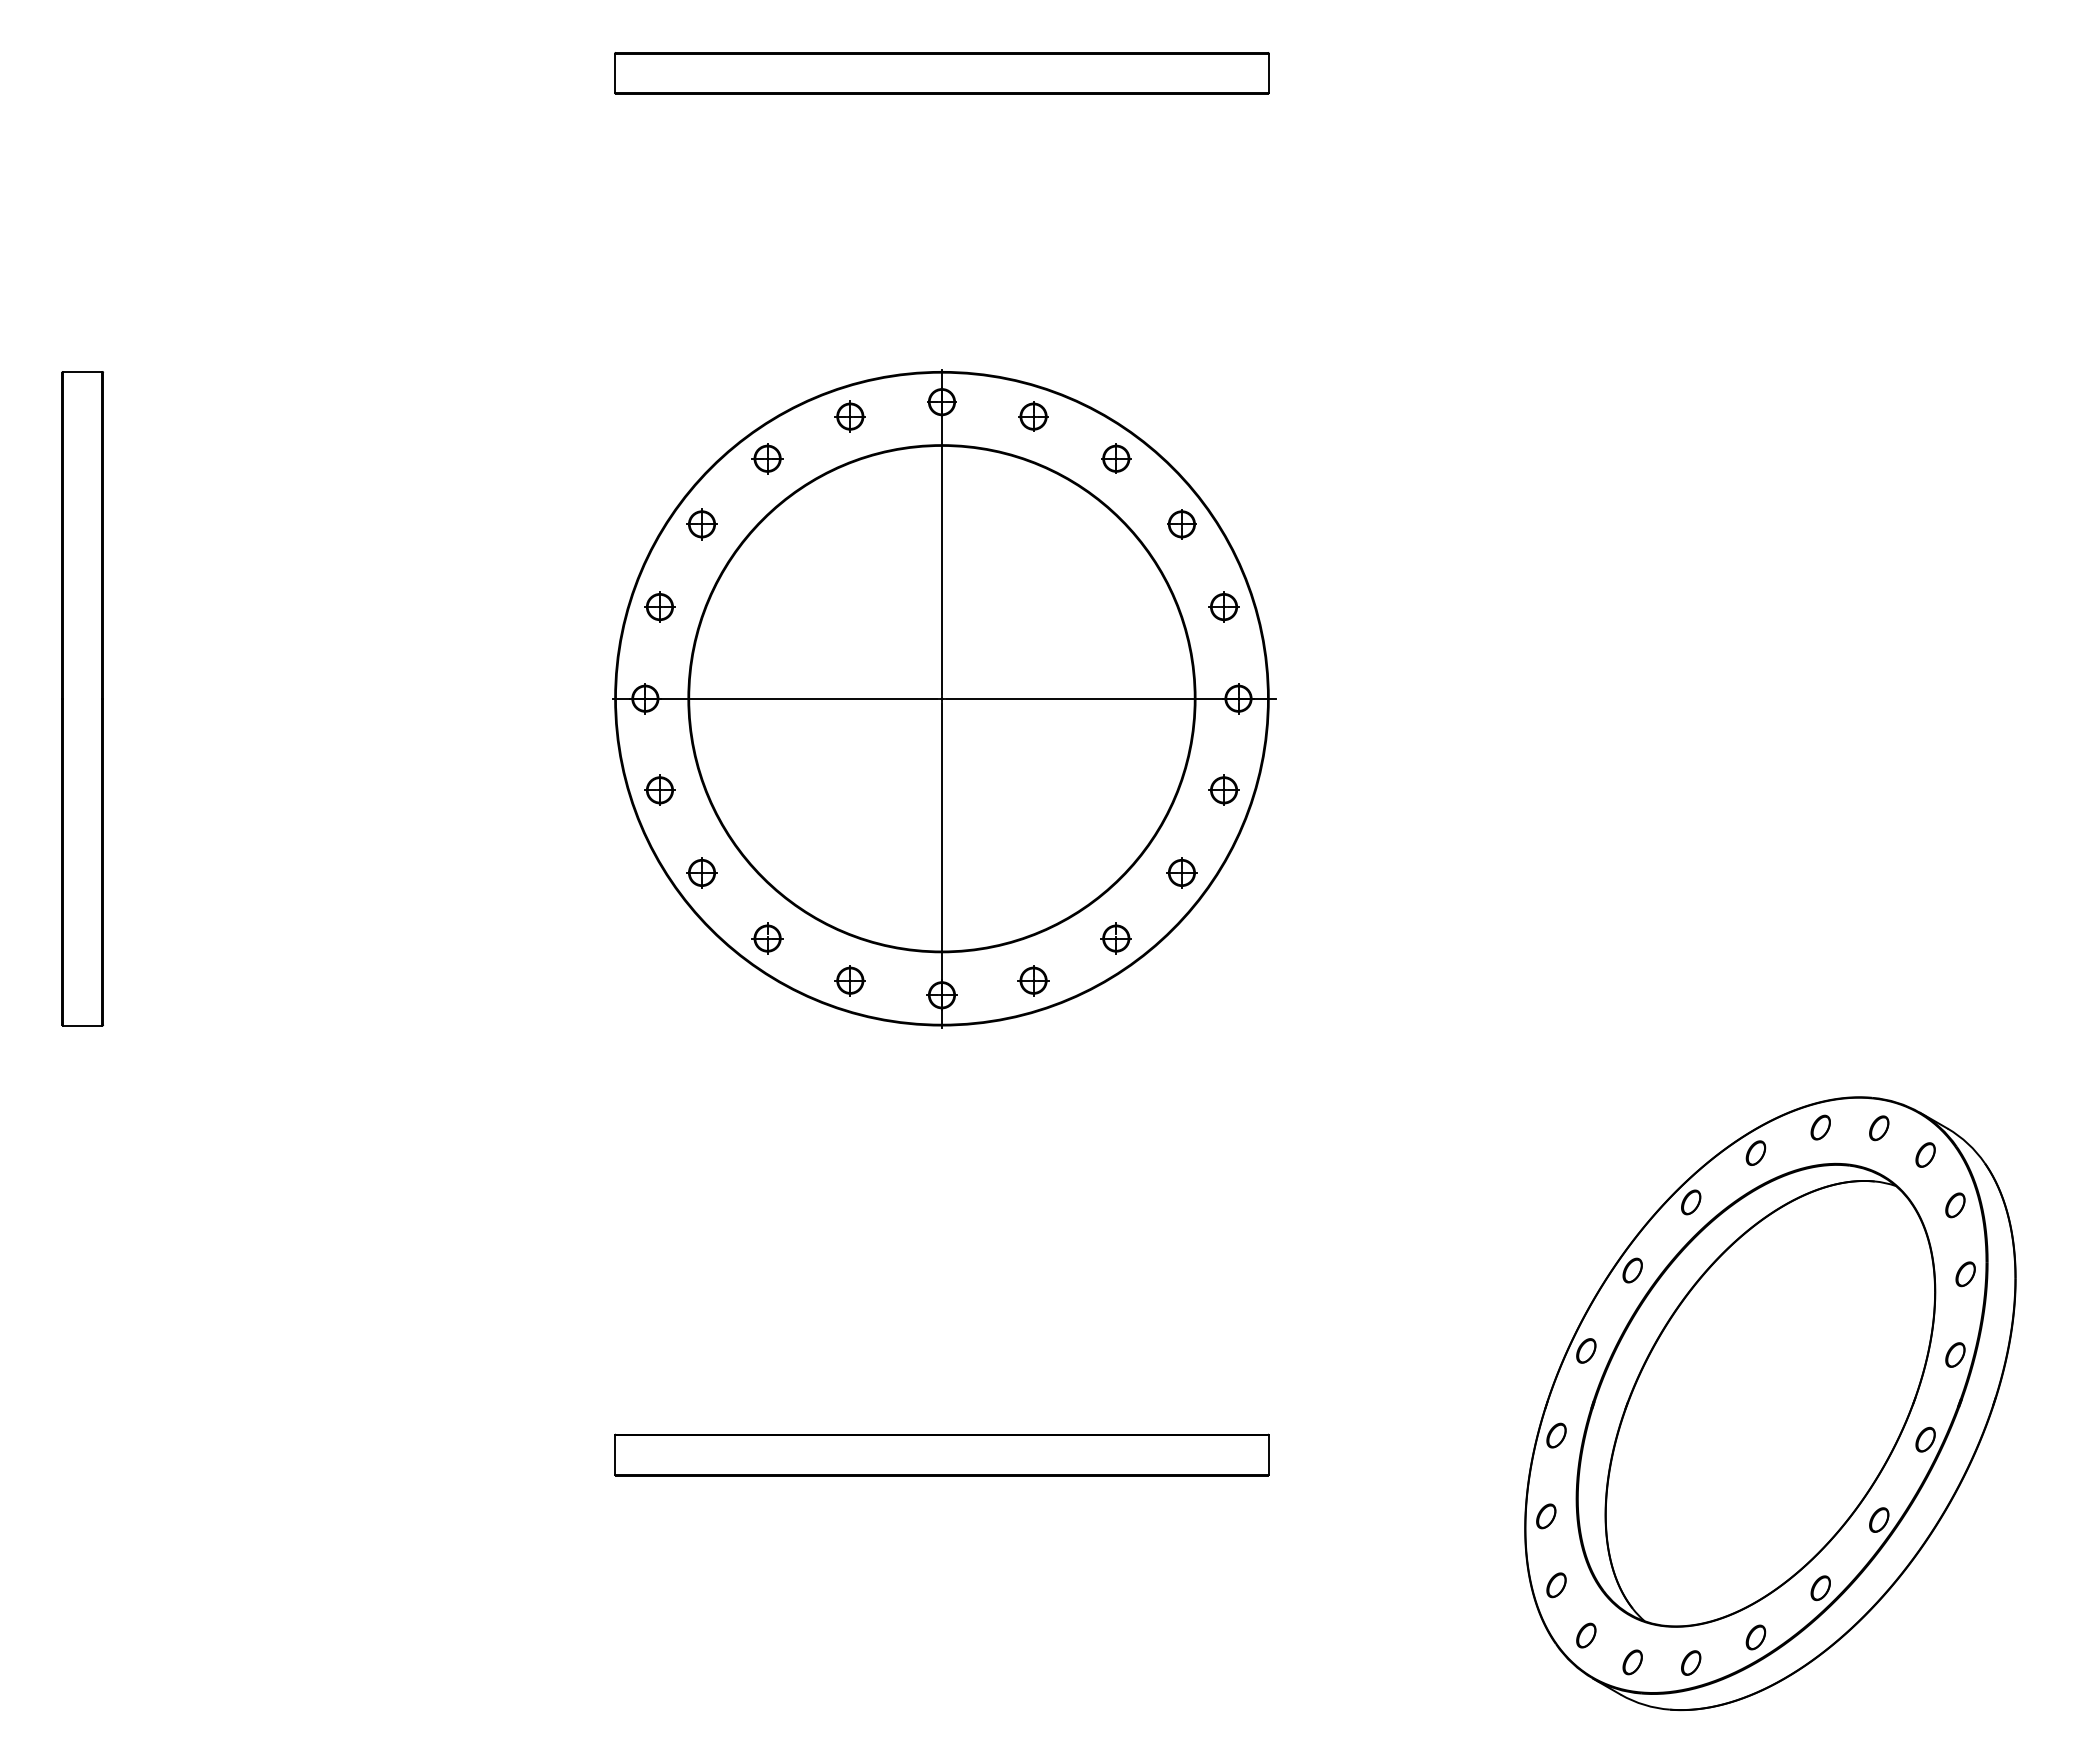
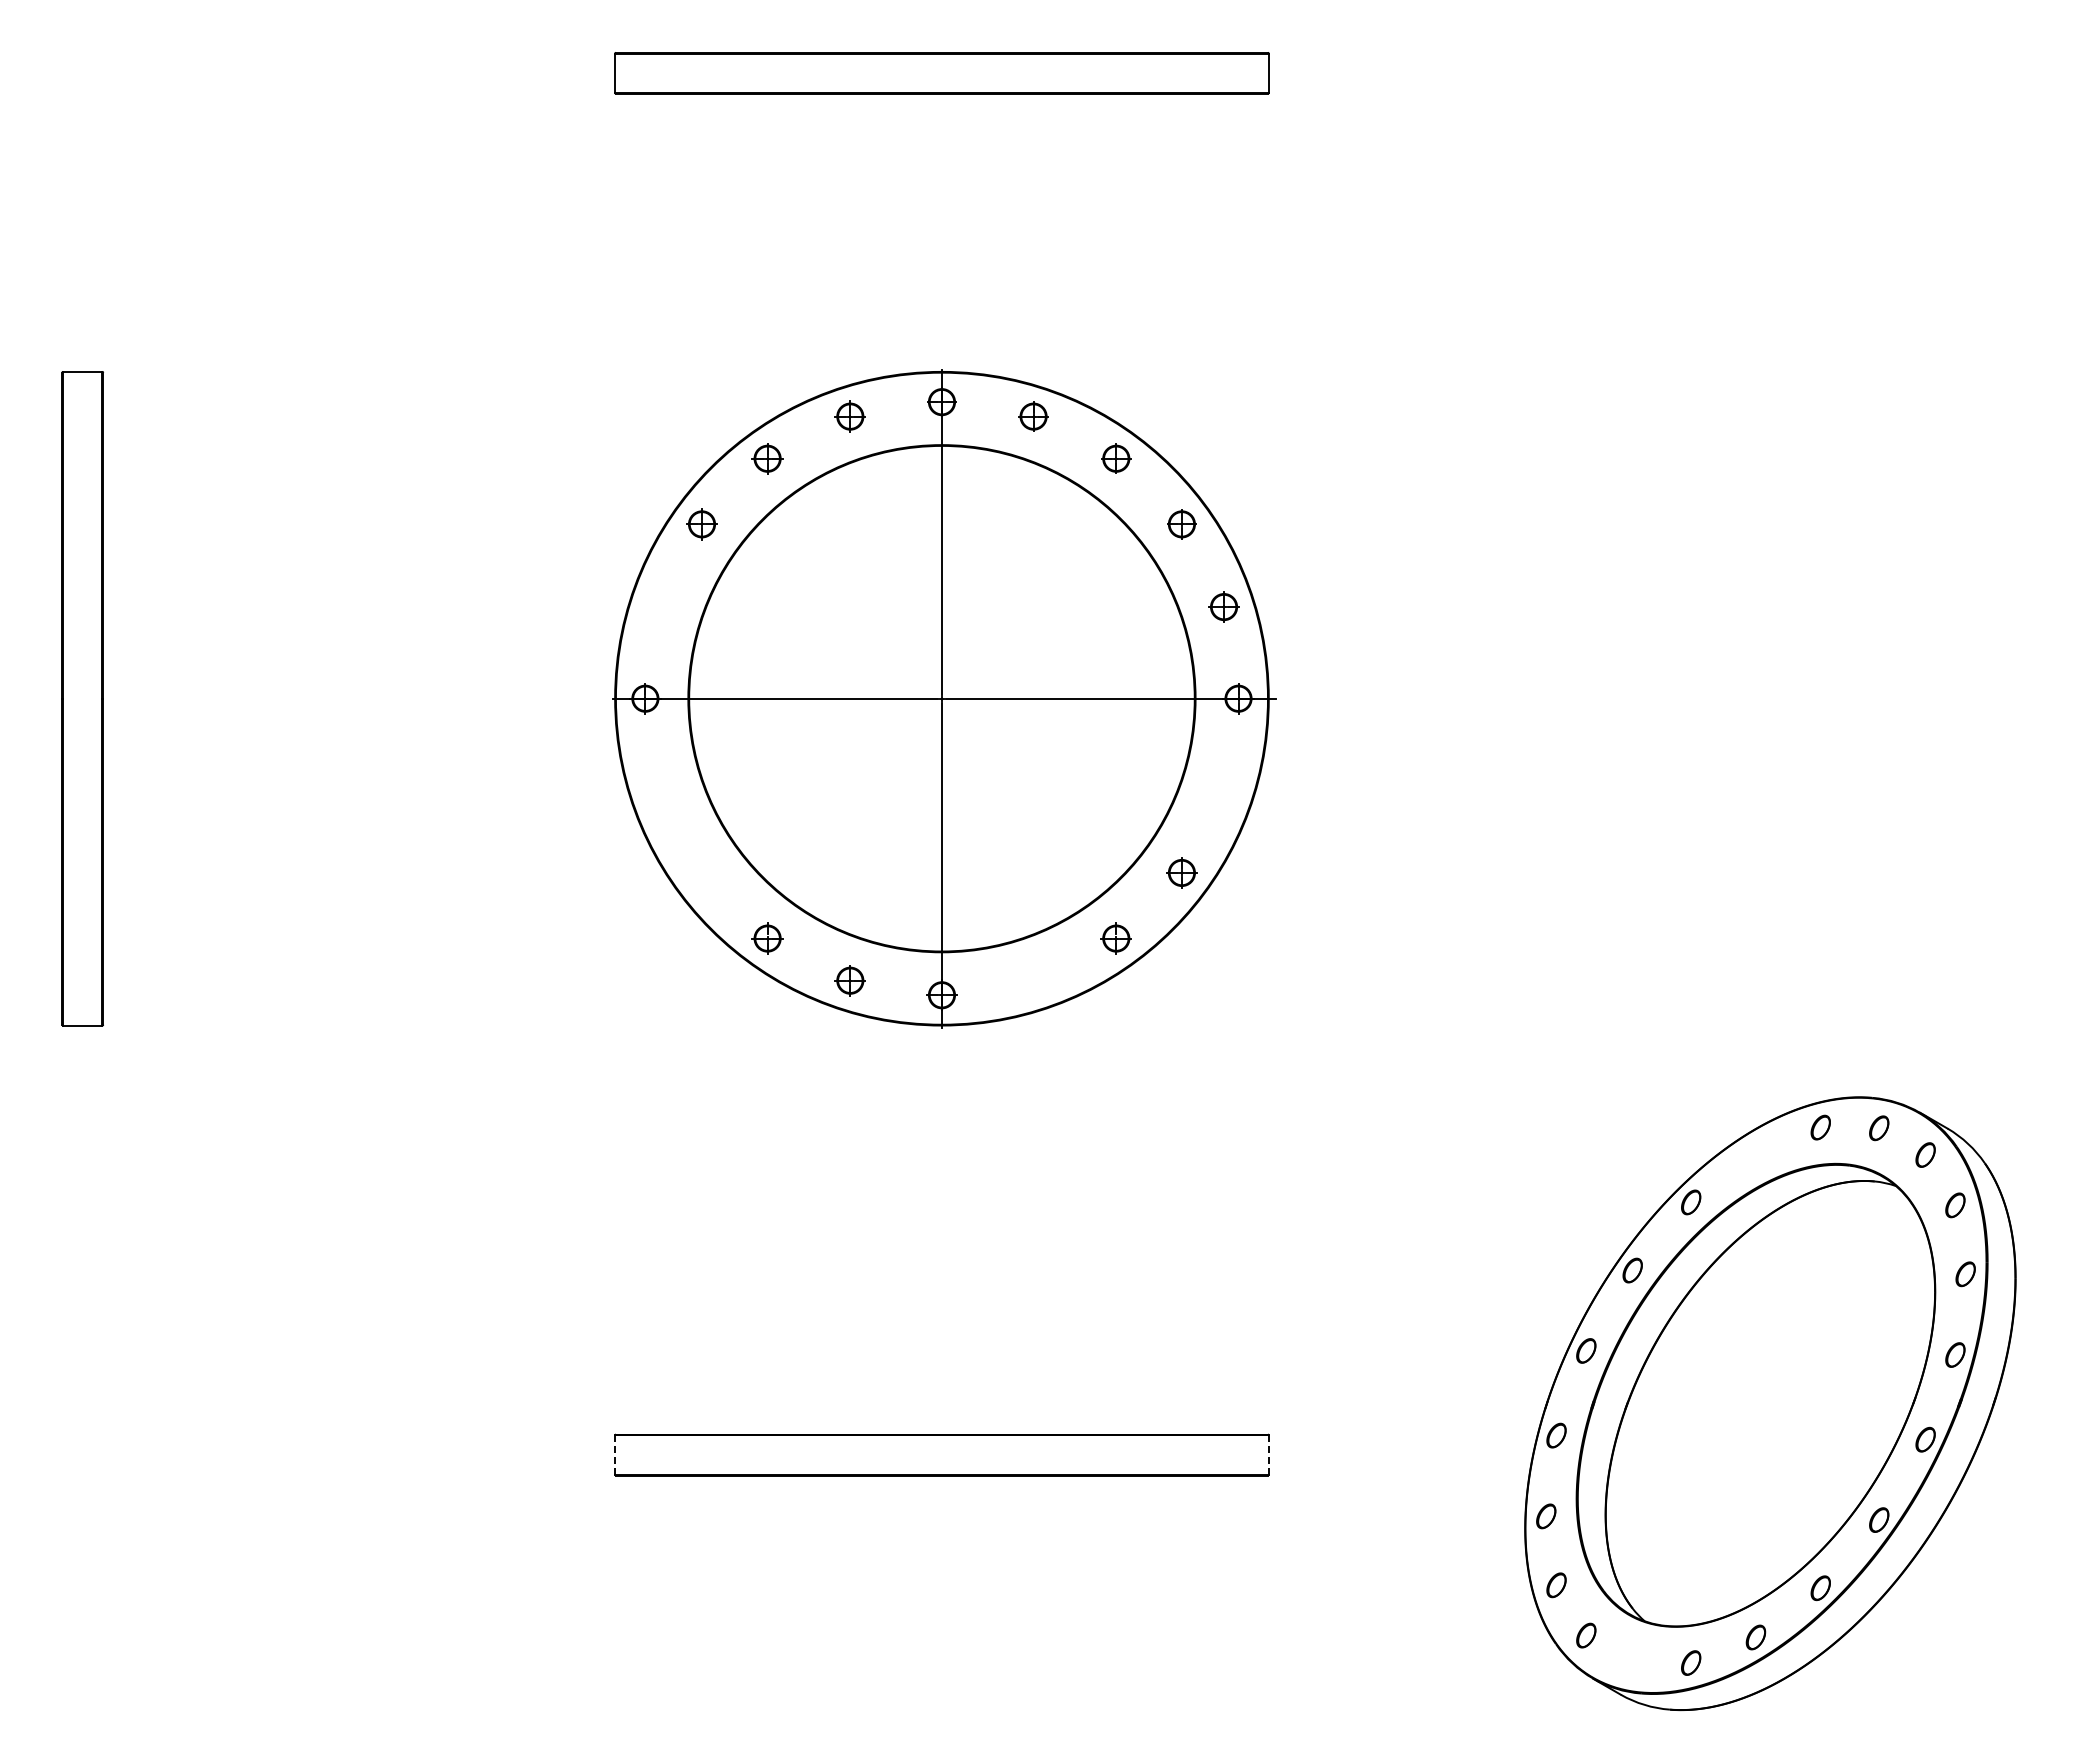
part at (659, 606): present -> none
part at (659, 789): present -> none
part at (1223, 789): present -> none
part at (701, 872): present -> none
part at (1033, 980): present -> none
part at (1755, 1152): present -> none
line at (615, 1455): solid -> dashed
line at (1268, 1455): solid -> dashed
part at (1632, 1662): present -> none
